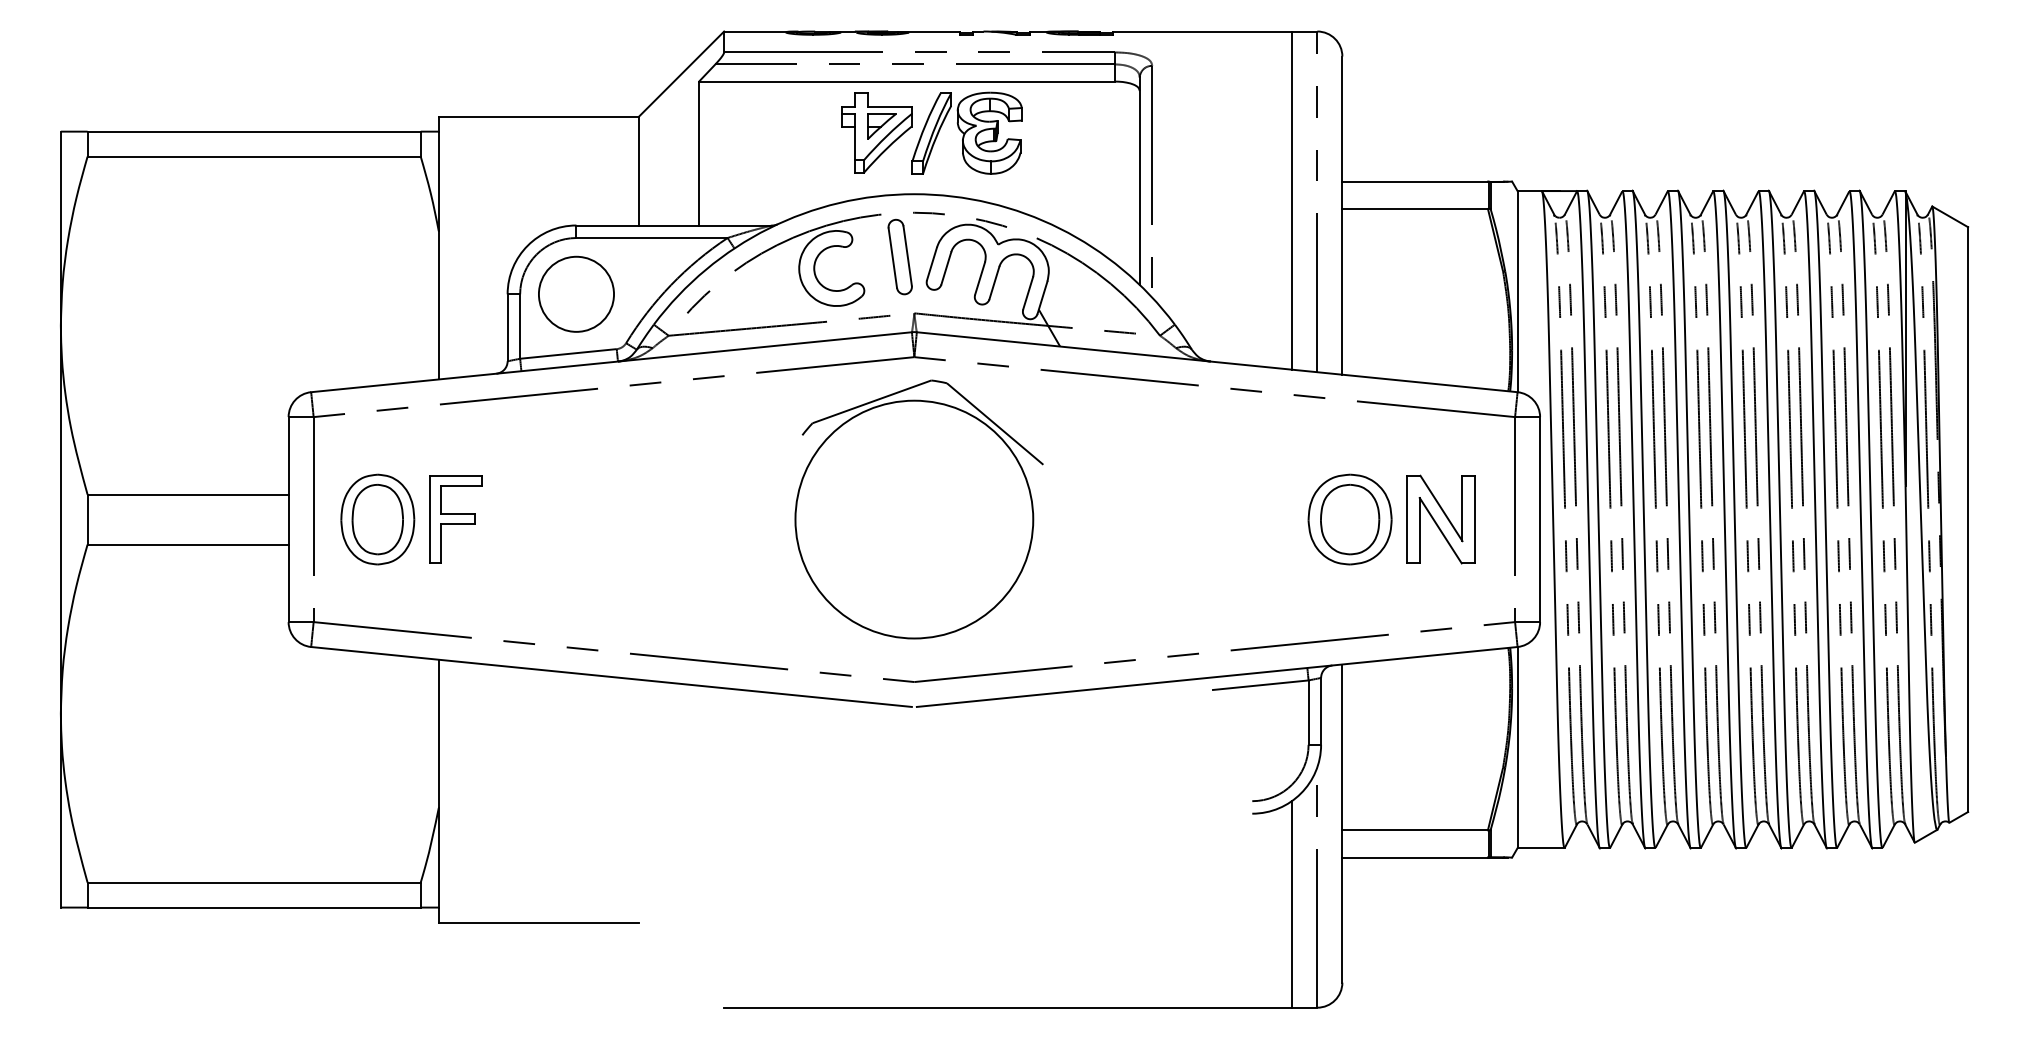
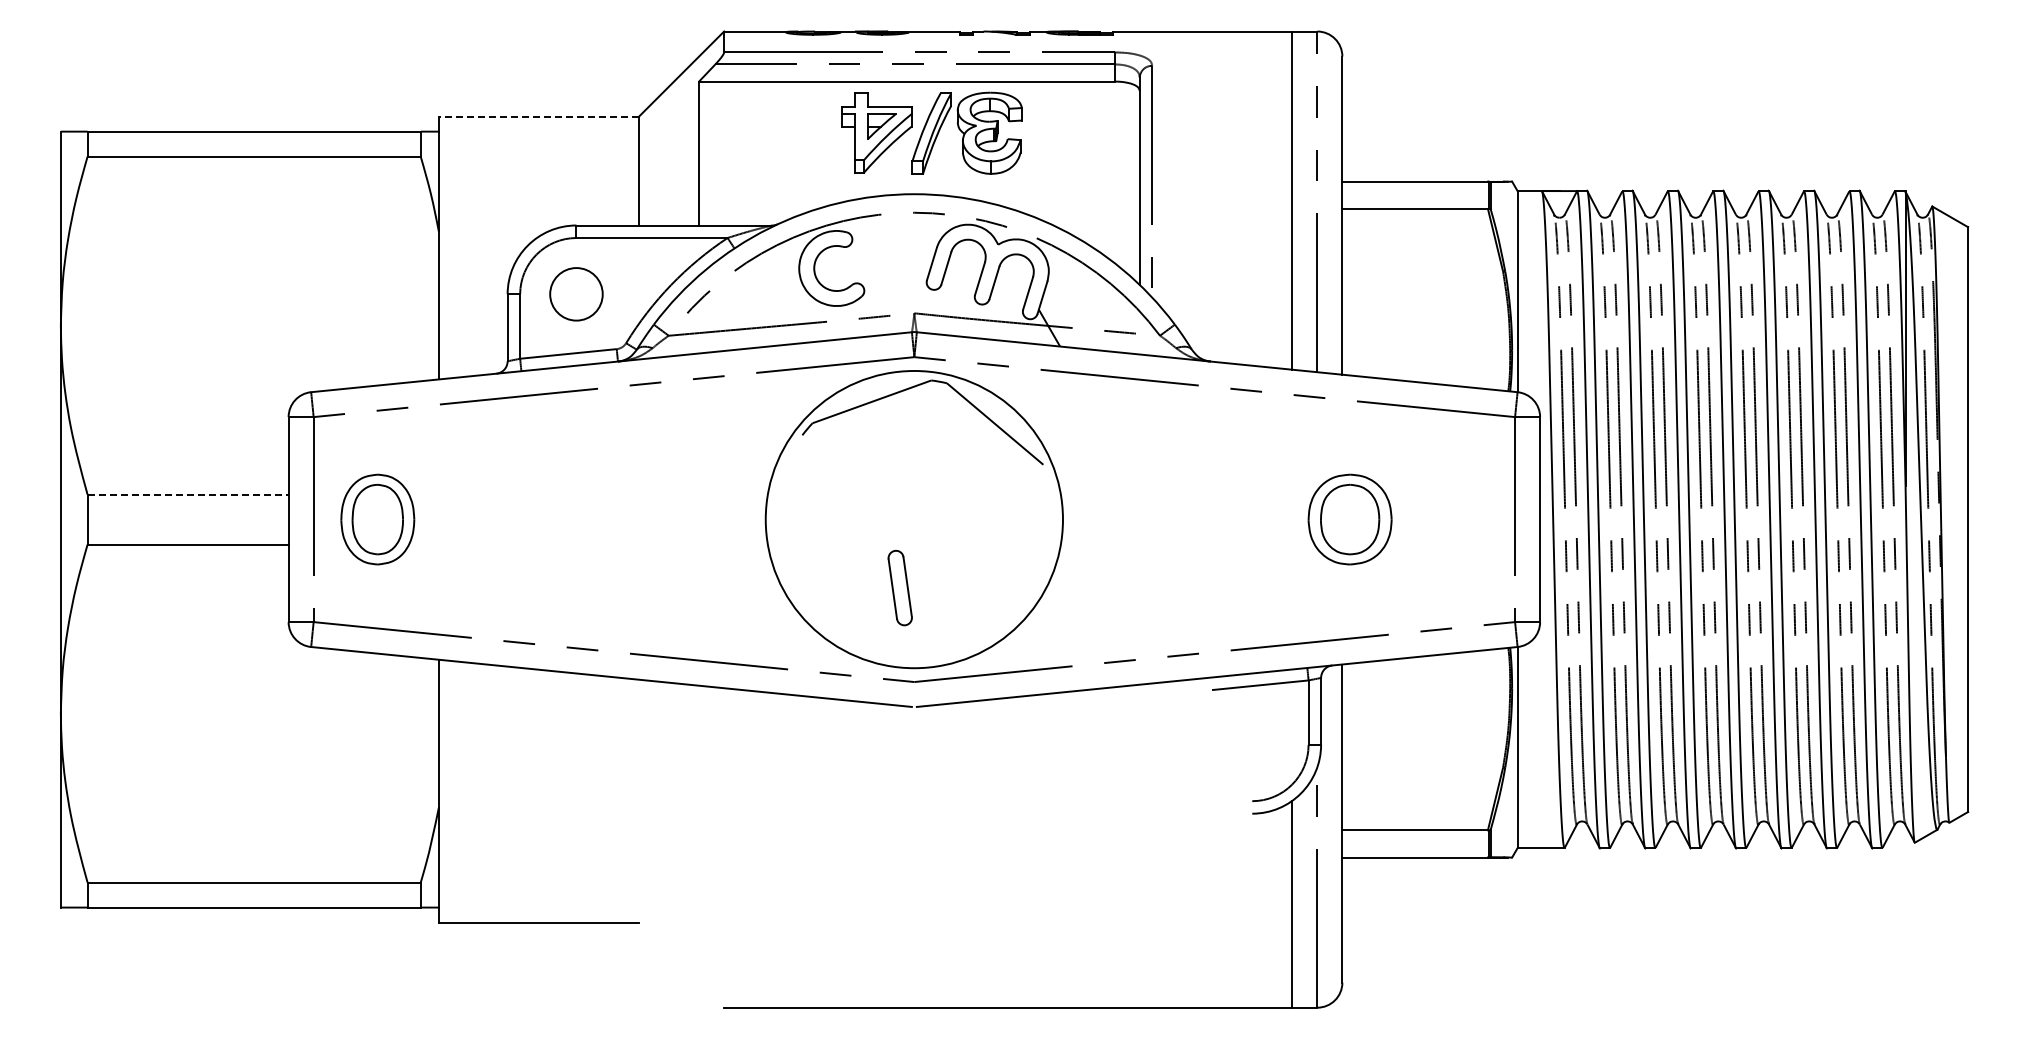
line at (538, 116): solid -> dashed
part at (899, 256) position: (899, 256) -> (899, 587)
circle at (576, 293) diameter: 75 px -> 53 px
line at (188, 494): solid -> dashed
part at (455, 519): present -> none
circle at (914, 519) diameter: 238 px -> 297 px
part at (1440, 519): present -> none
